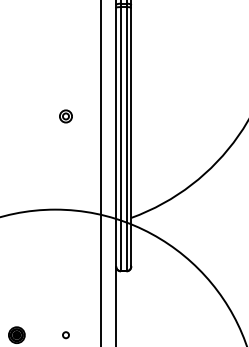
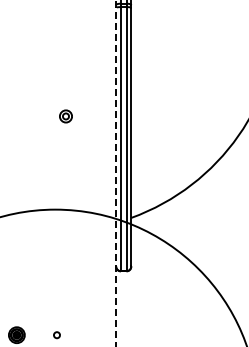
line at (100, 172): present -> none
line at (116, 173): solid -> dashed
circle at (65, 335) position: (65, 335) -> (56, 335)
